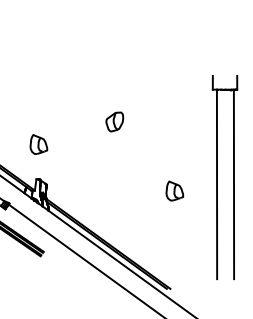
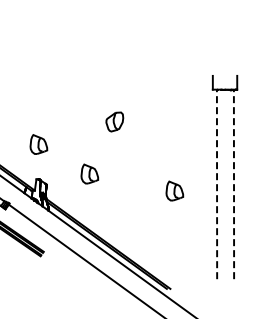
part at (89, 173): none -> present
line at (217, 184): solid -> dashed
line at (234, 184): solid -> dashed
